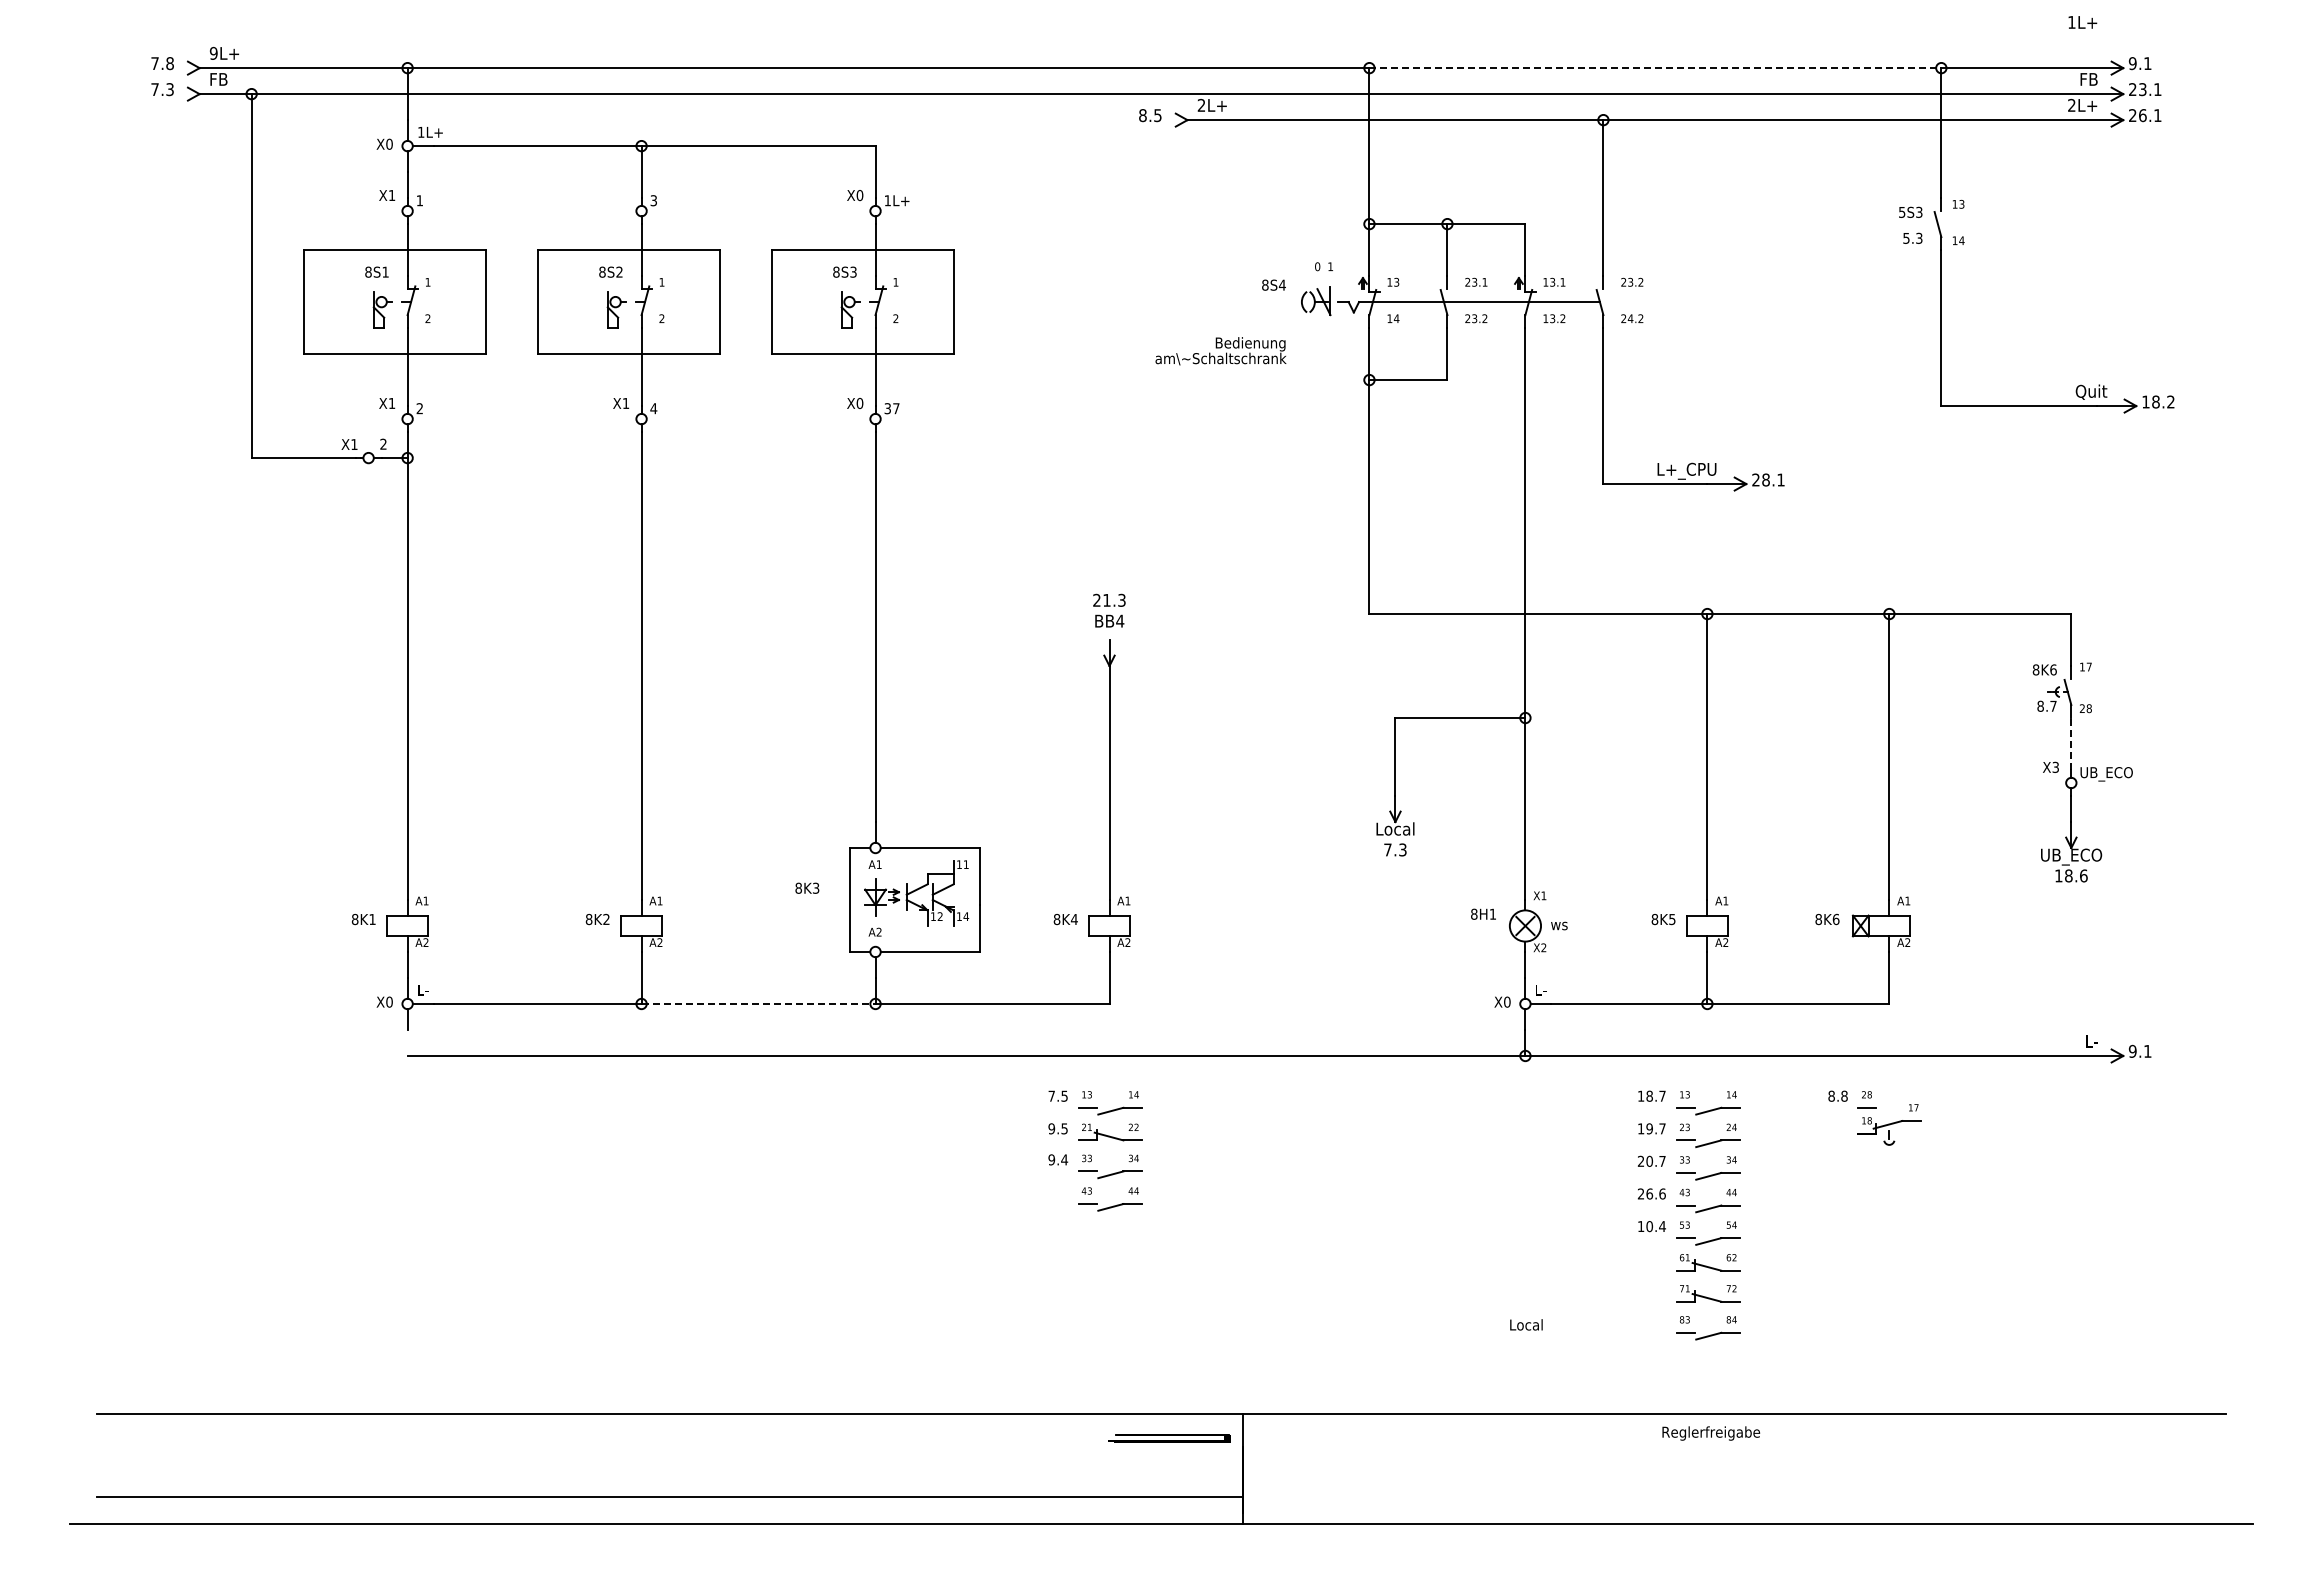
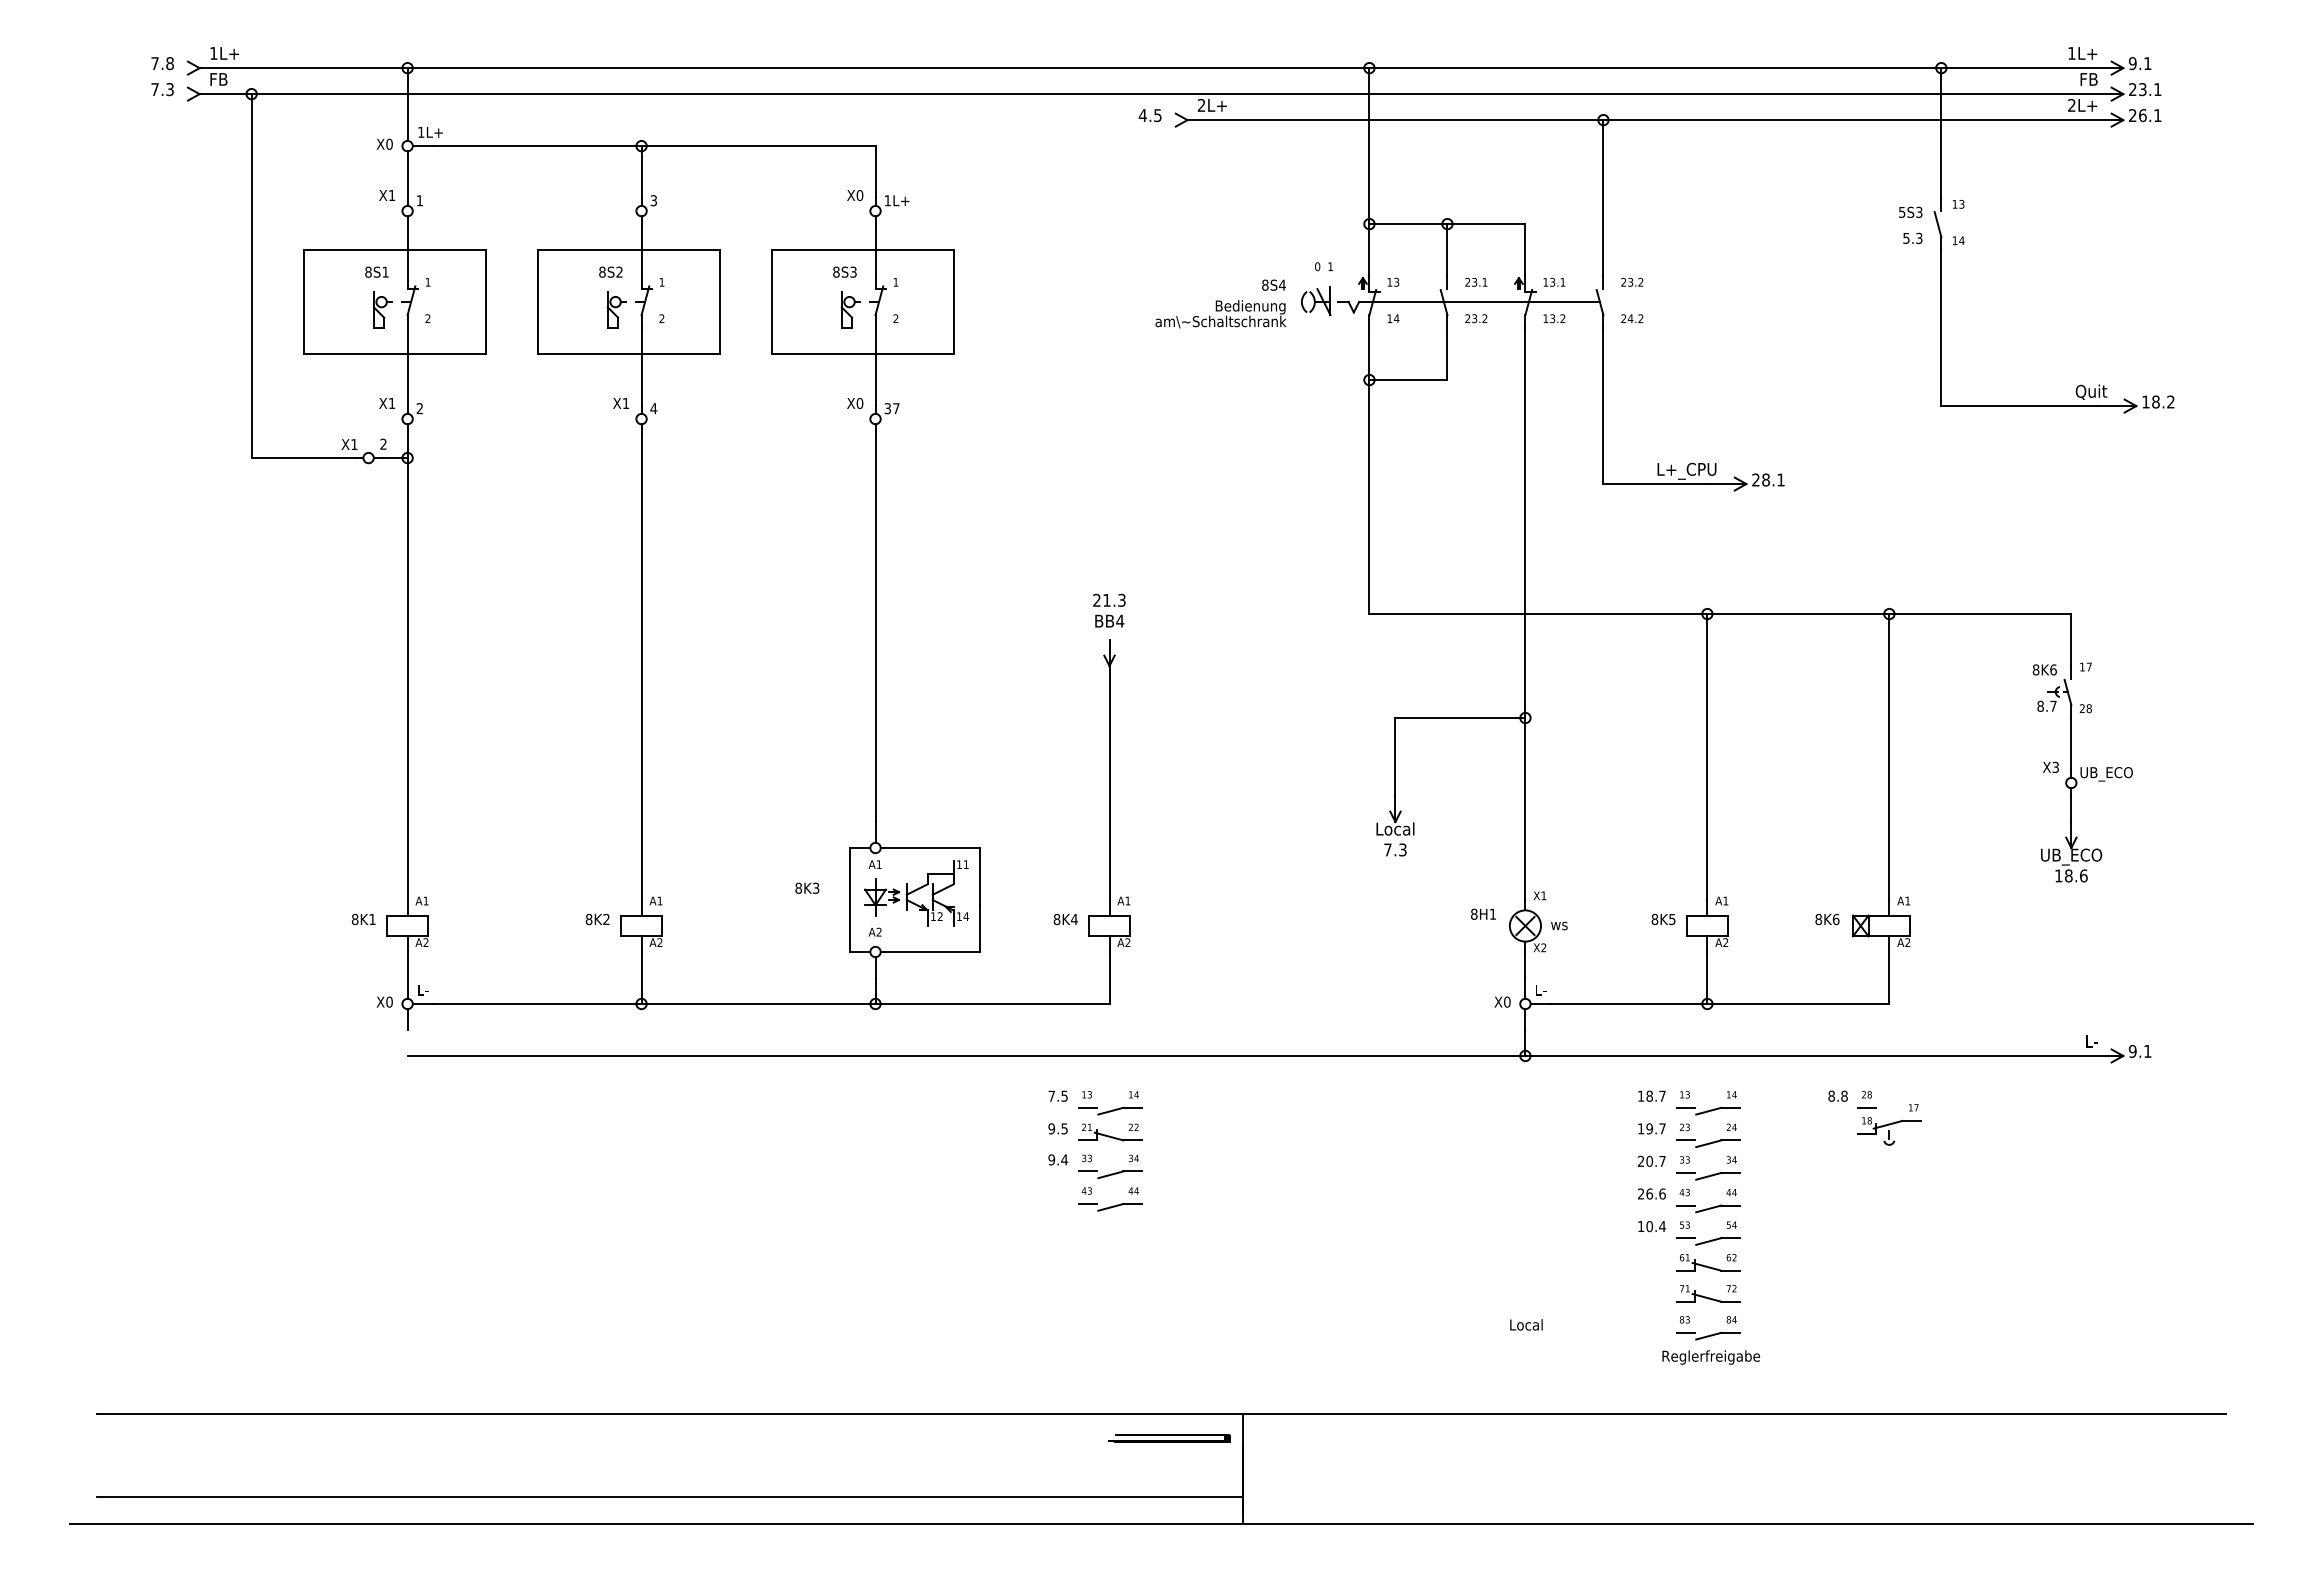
text at (2082, 22) position: (2082, 22) -> (2082, 53)
text at (213, 52): 9L+ -> 1L+
line at (1655, 68): dashed -> solid
text at (1142, 115): 8.5 -> 4.5
text at (1220, 351) position: (1220, 351) -> (1220, 314)
line at (2071, 744): dashed -> solid
line at (758, 1003): dashed -> solid
text at (1711, 1433) position: (1711, 1433) -> (1711, 1357)
